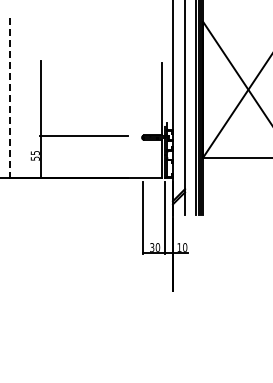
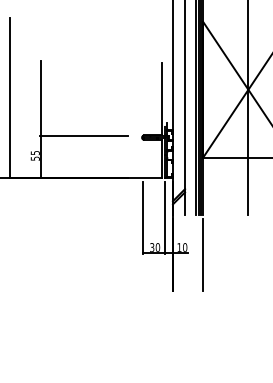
line at (10, 97): dashed -> solid
line at (248, 108): none -> present
line at (203, 254): none -> present
